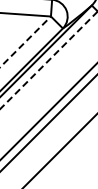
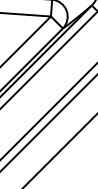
line at (25, 41): dashed -> solid
line at (49, 60): dashed -> solid
